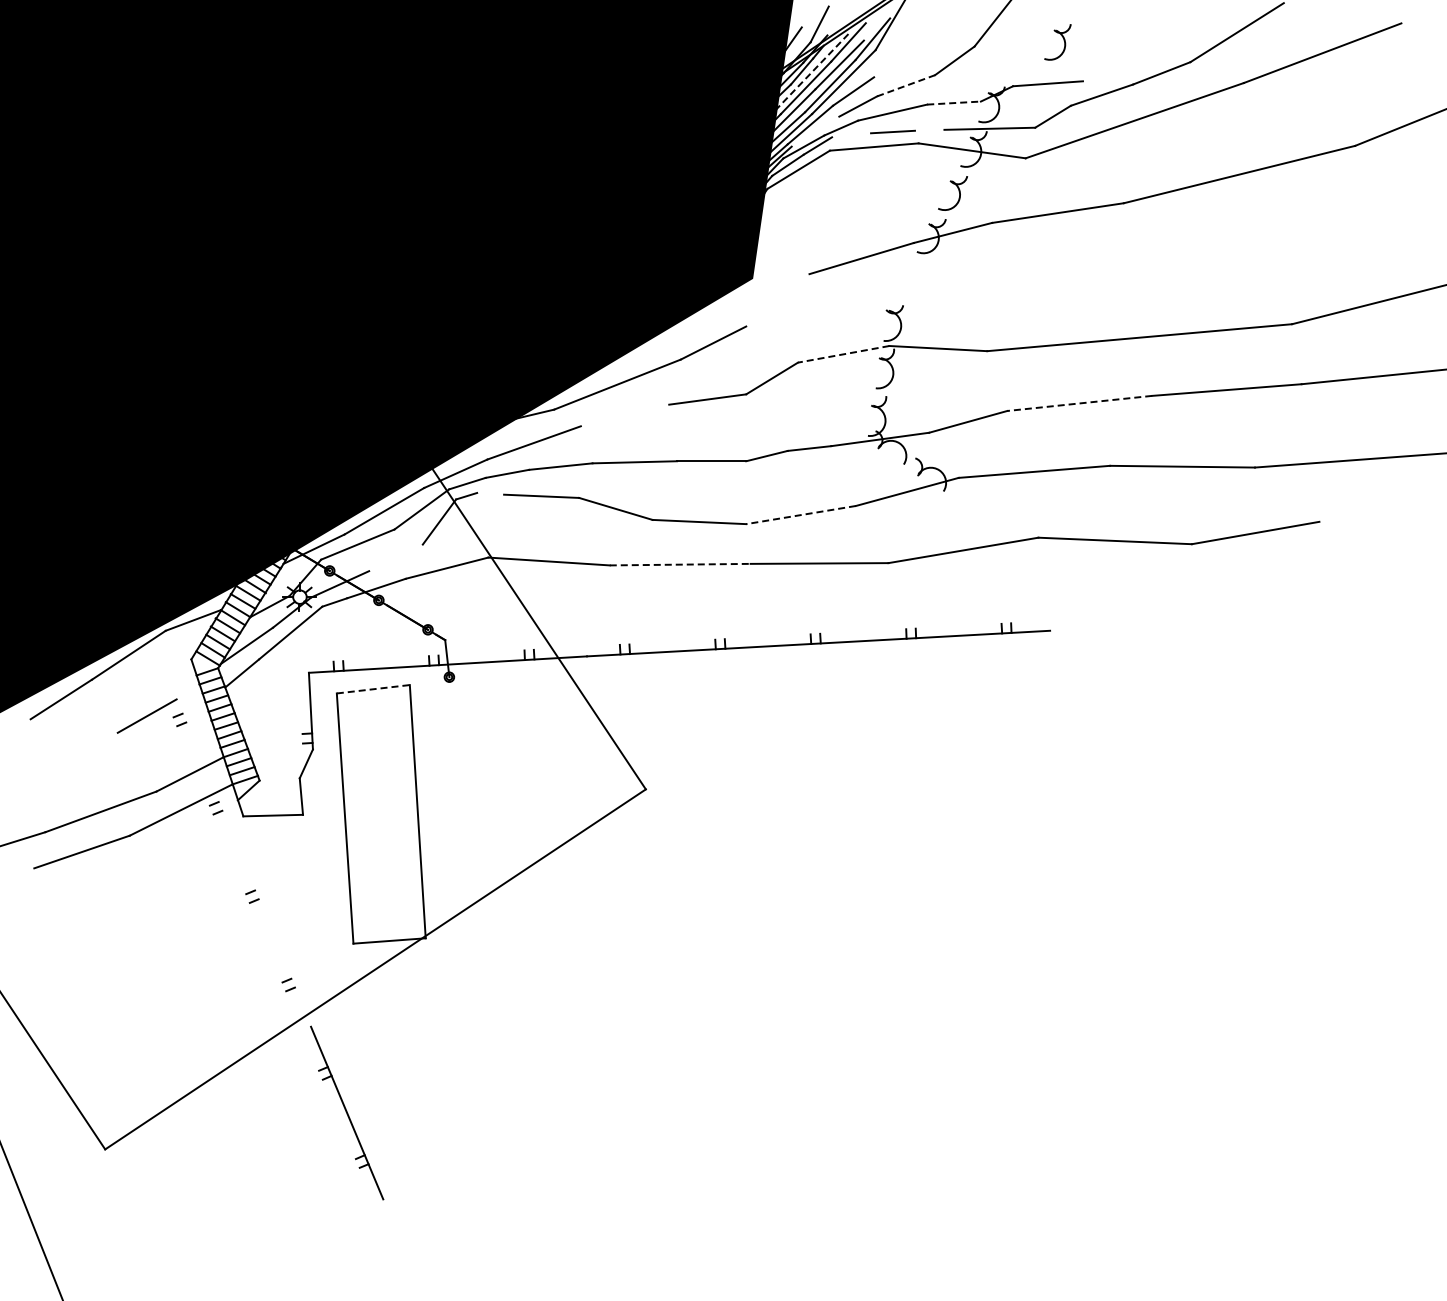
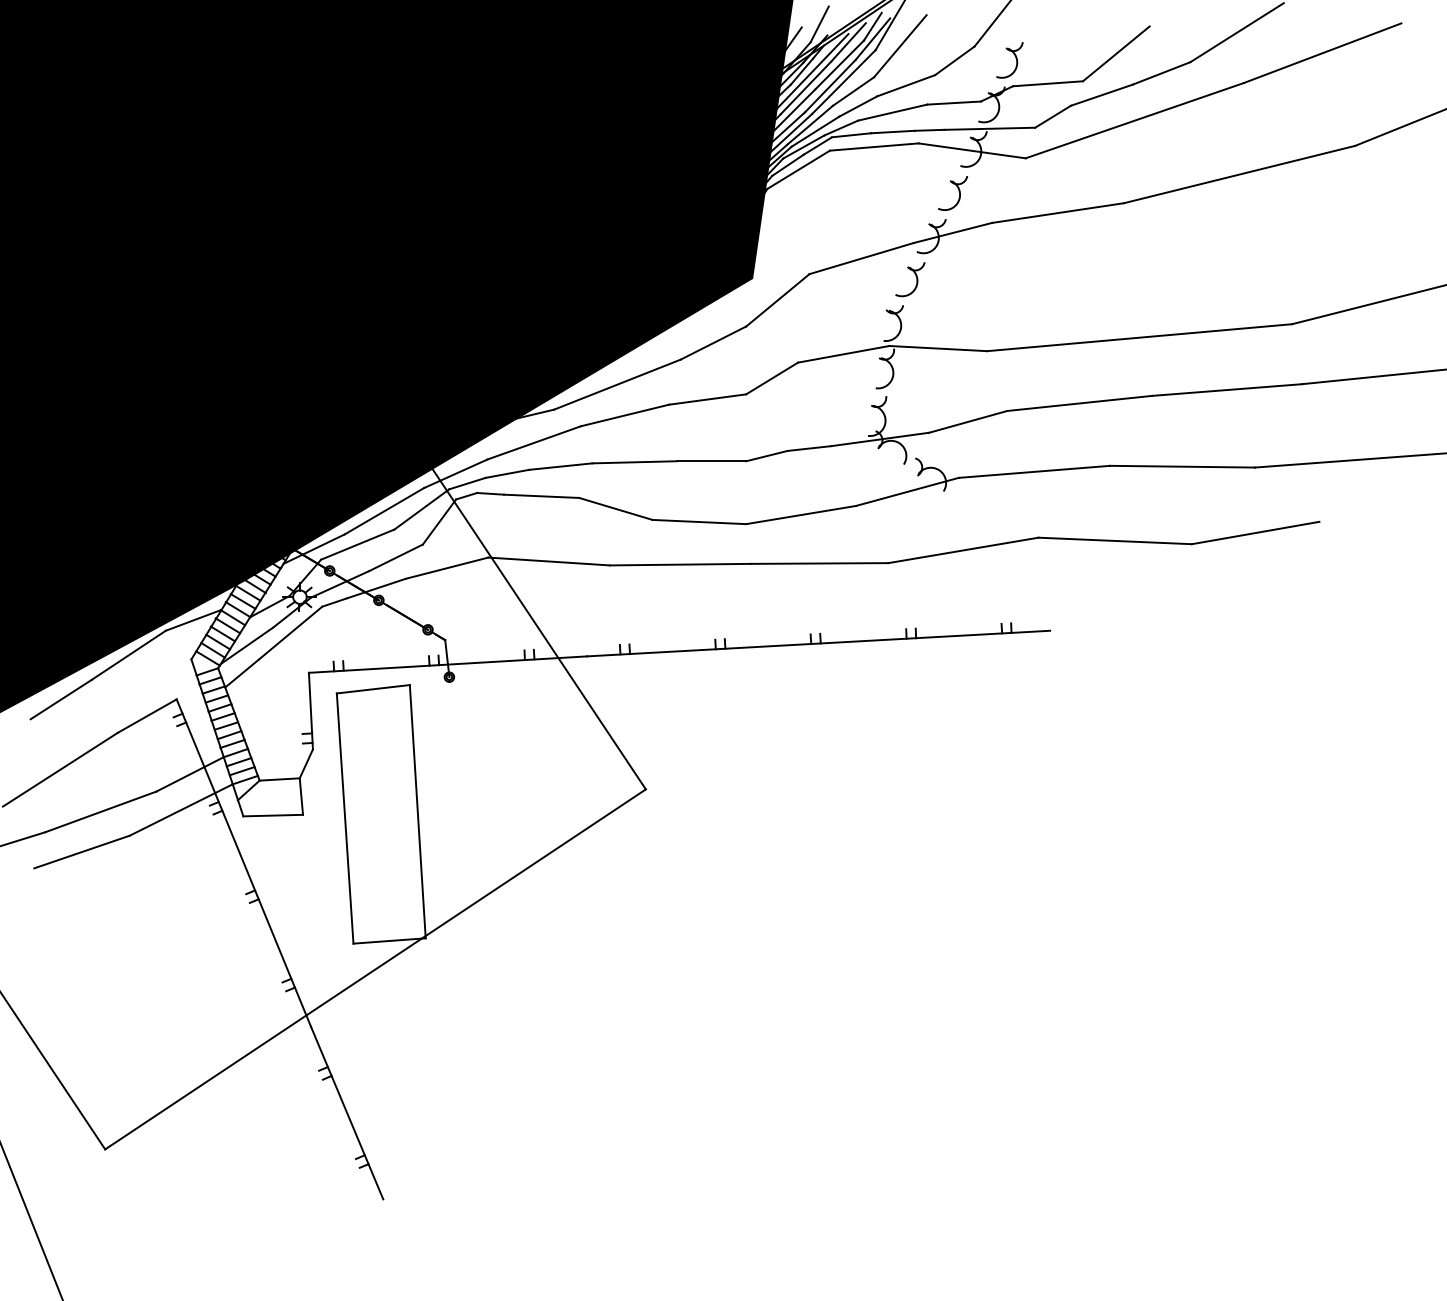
line at (872, 26): none -> present
part at (1063, 40) position: (1063, 40) -> (1015, 58)
line at (900, 46): none -> present
line at (1115, 53): none -> present
line at (811, 72): dashed -> solid
line at (906, 85): dashed -> solid
line at (954, 103): dashed -> solid
line at (929, 129): none -> present
line at (815, 131): none -> present
line at (851, 135): none -> present
part at (910, 279): none -> present
line at (777, 300): none -> present
line at (843, 354): dashed -> solid
line at (1079, 403): dashed -> solid
line at (624, 415): none -> present
line at (490, 493): none -> present
line at (801, 515): dashed -> solid
line at (395, 557): none -> present
line at (680, 564): dashed -> solid
line at (373, 689): dashed -> solid
line at (59, 769): none -> present
line at (279, 779): none -> present
line at (243, 862): none -> present
